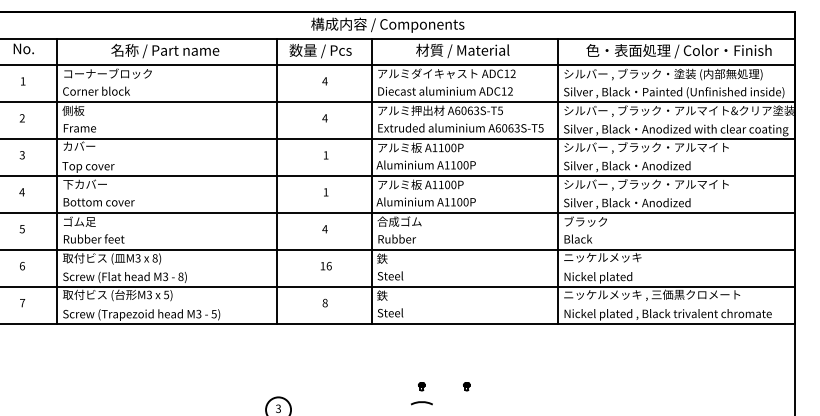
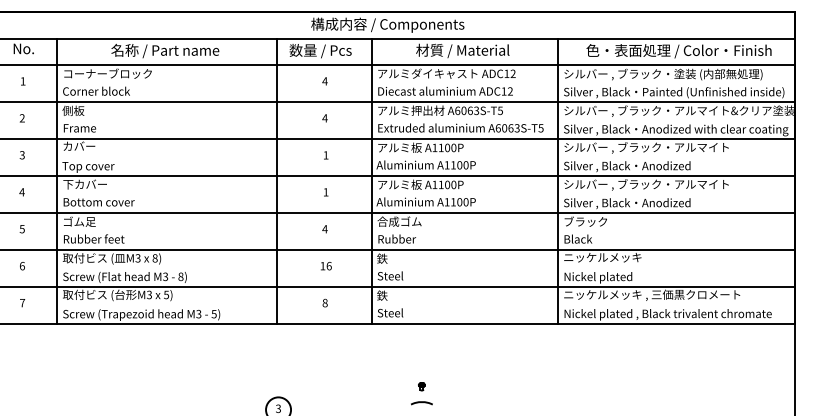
part at (466, 386): present -> none
